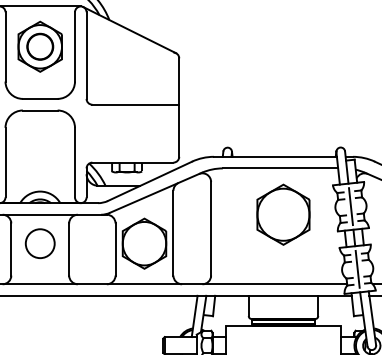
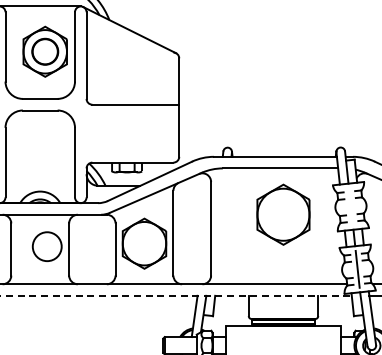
part at (39, 46) position: (39, 46) -> (44, 51)
line at (350, 206): present -> none
circle at (39, 243) position: (39, 243) -> (46, 246)
line at (176, 295): solid -> dashed
